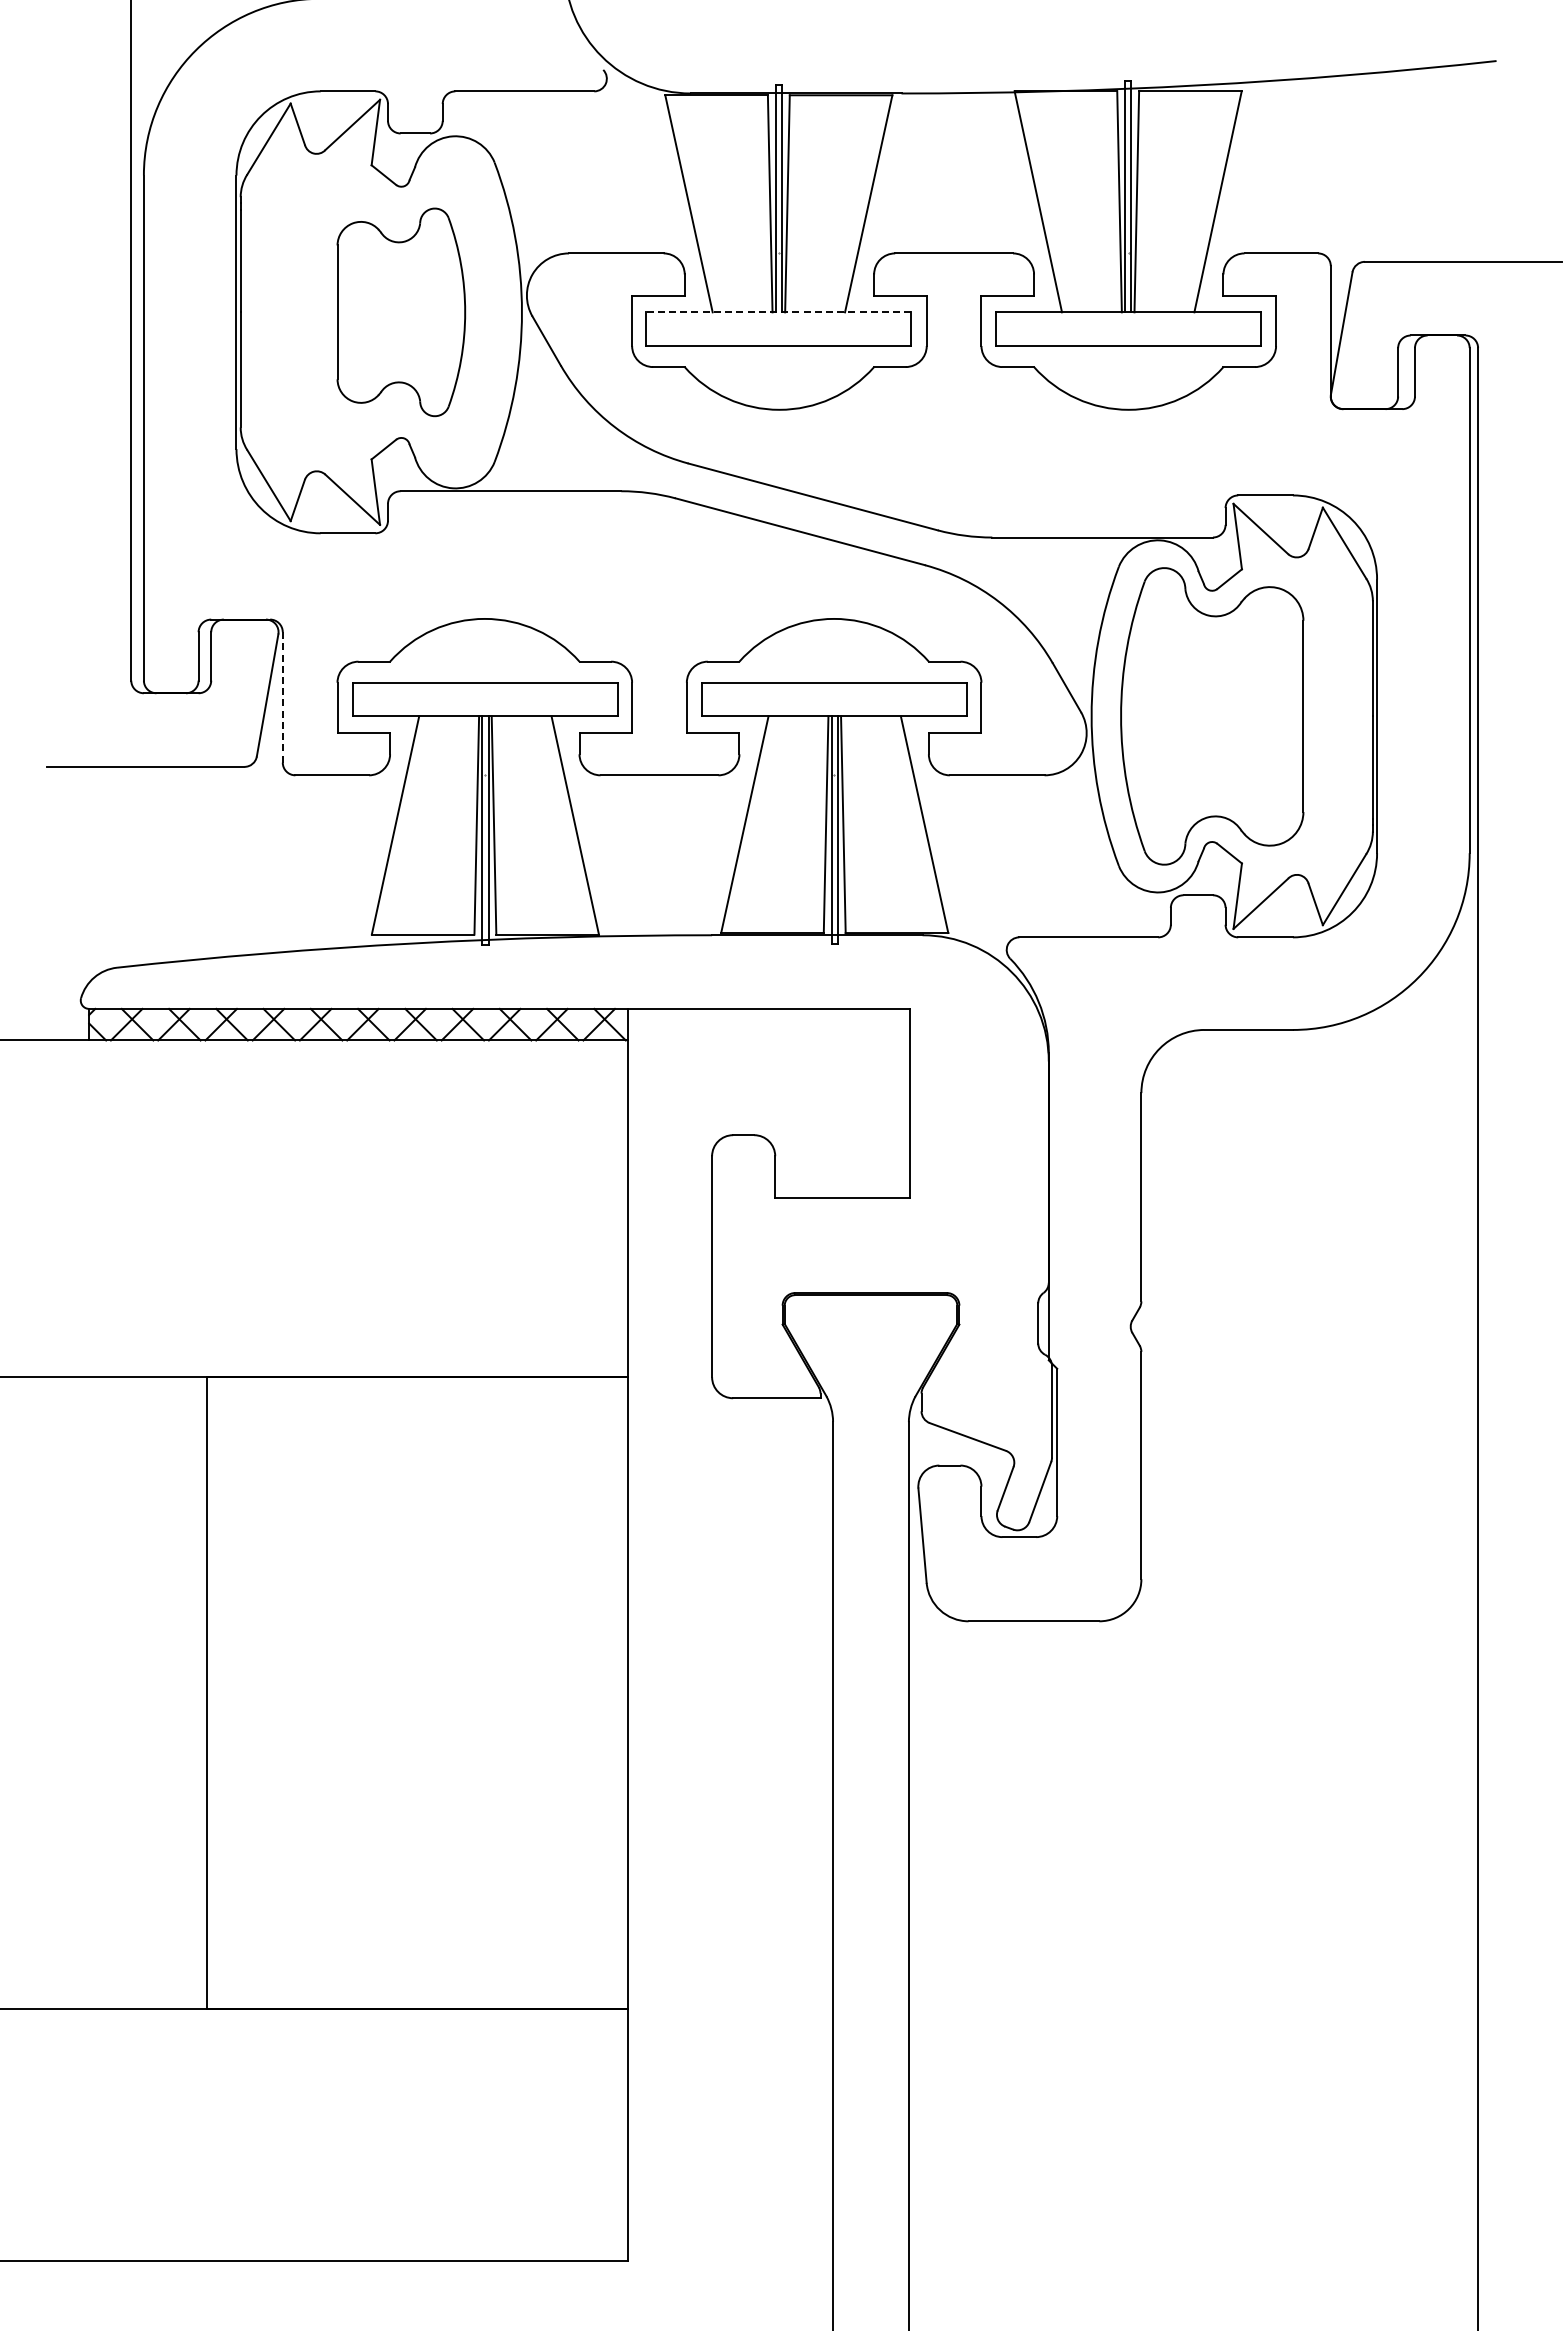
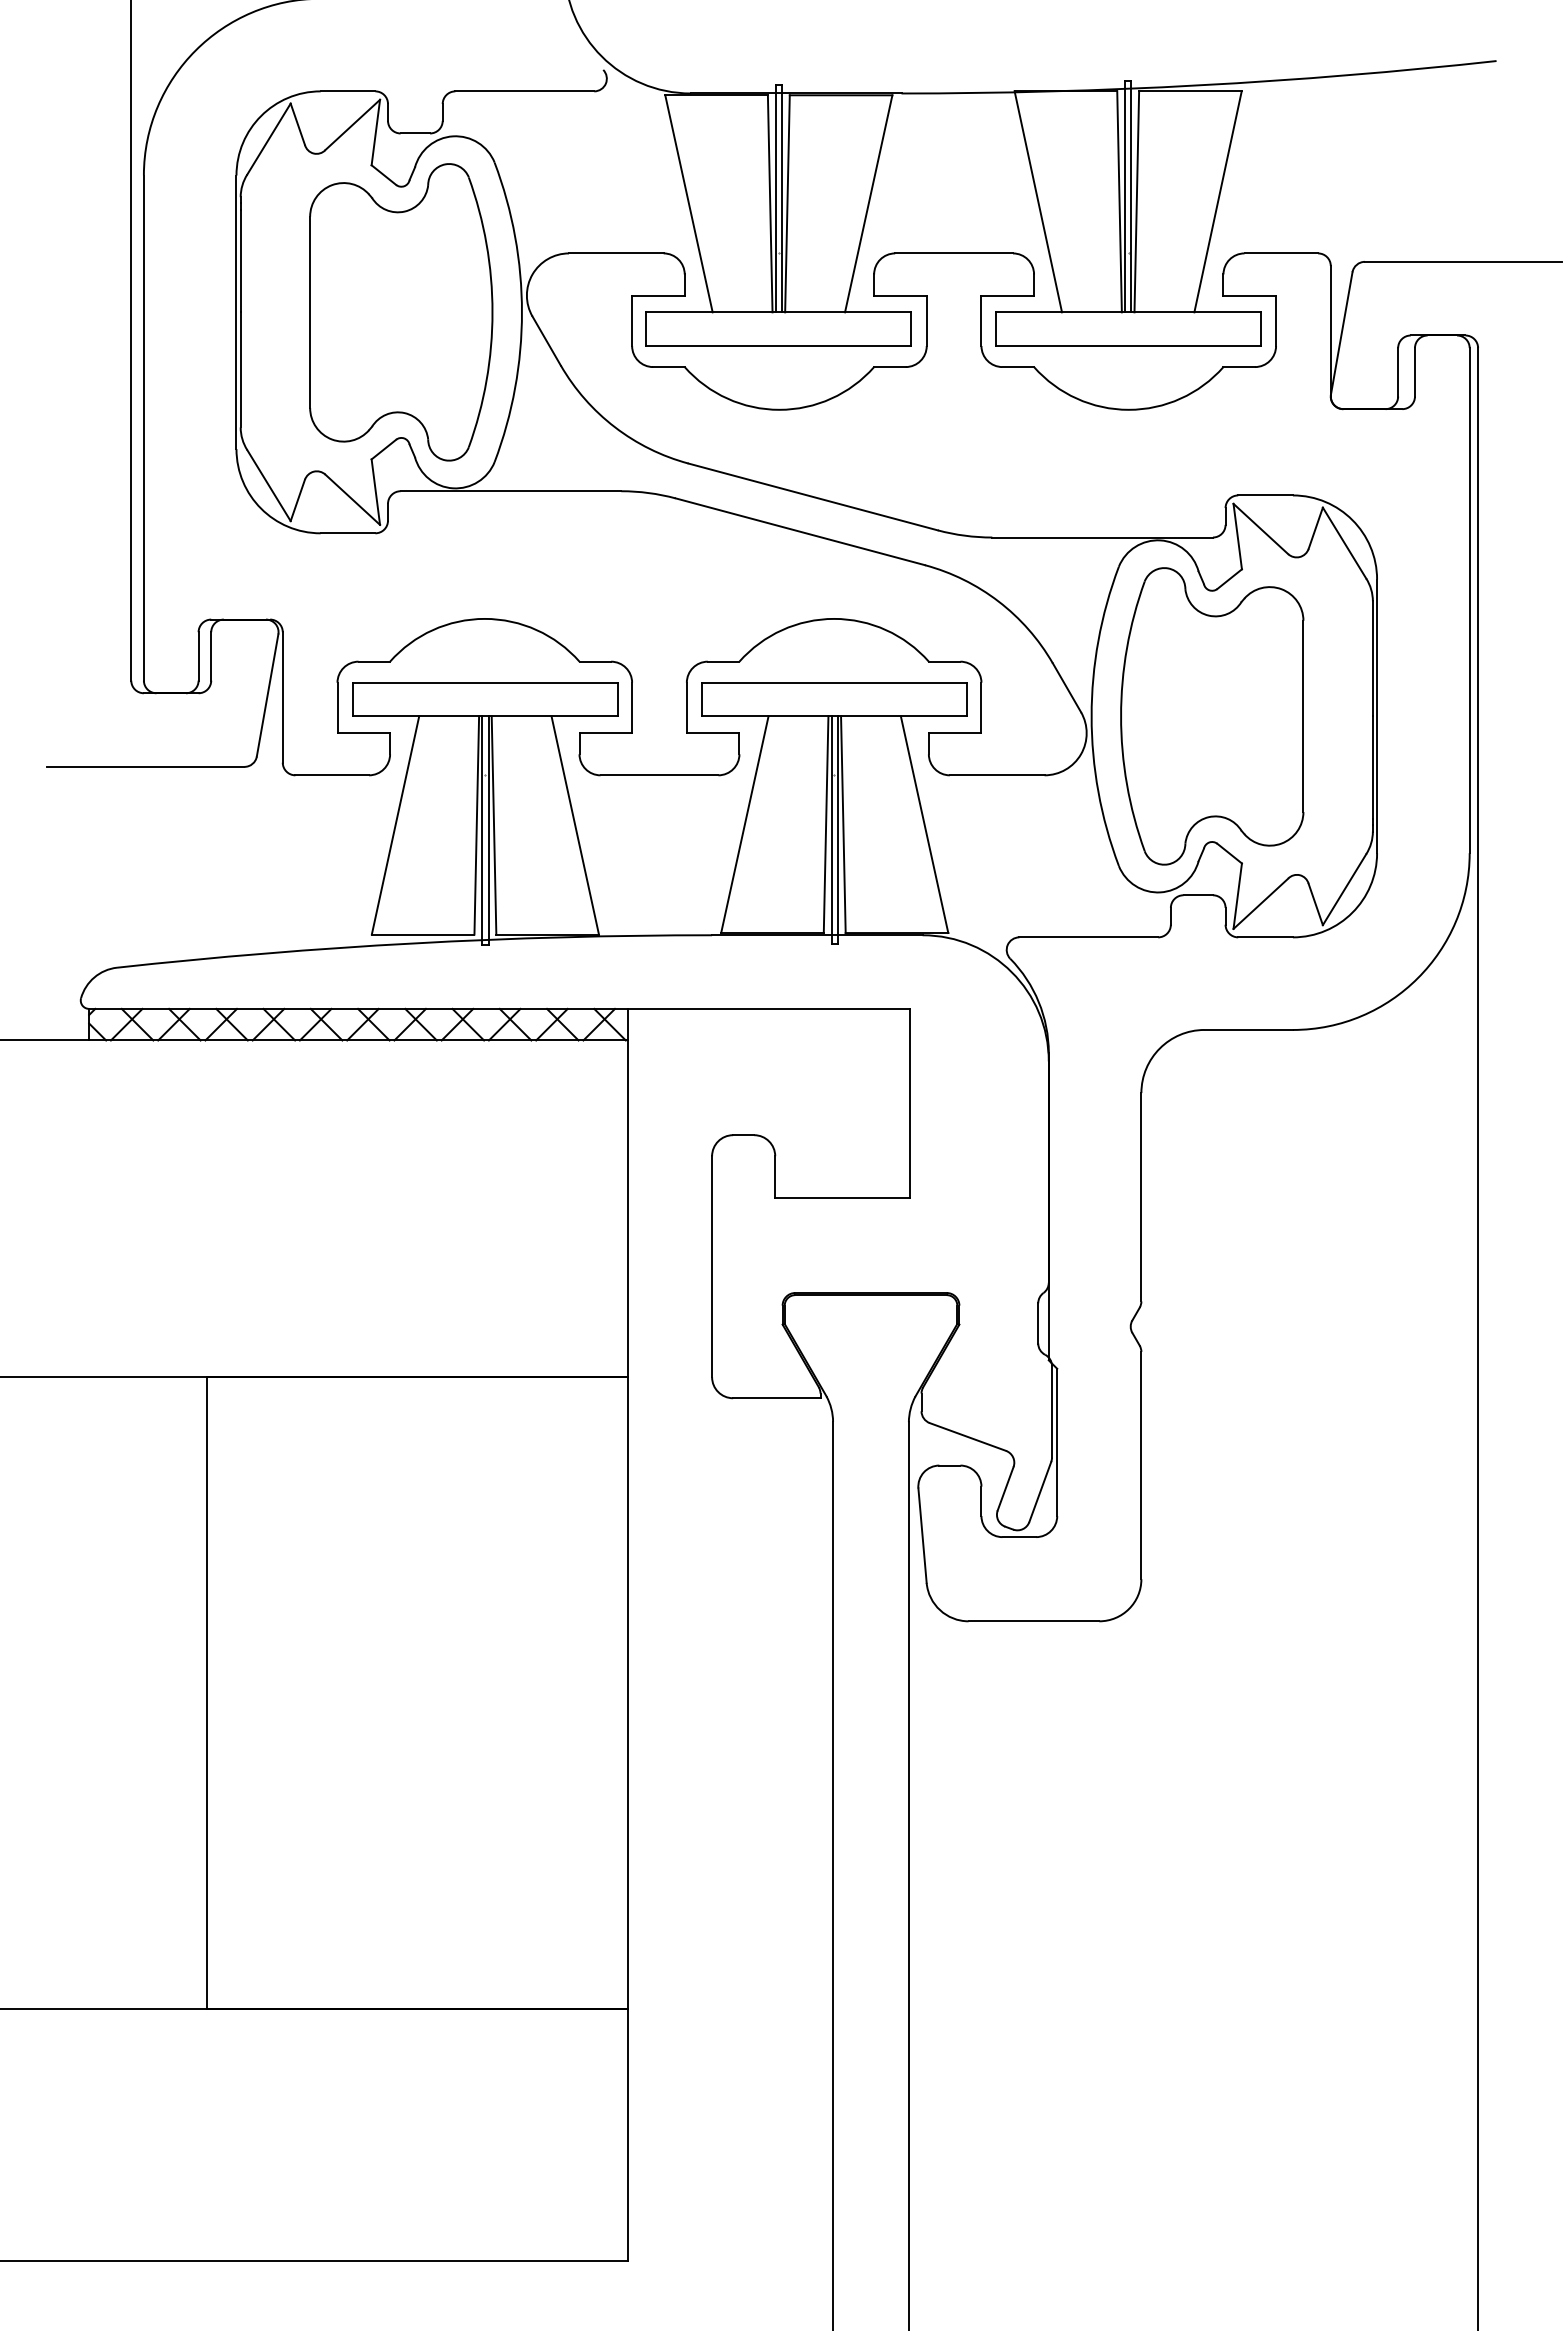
part at (401, 312) size: 131x211 px -> 185x299 px
line at (778, 312): dashed -> solid
line at (282, 697): dashed -> solid
